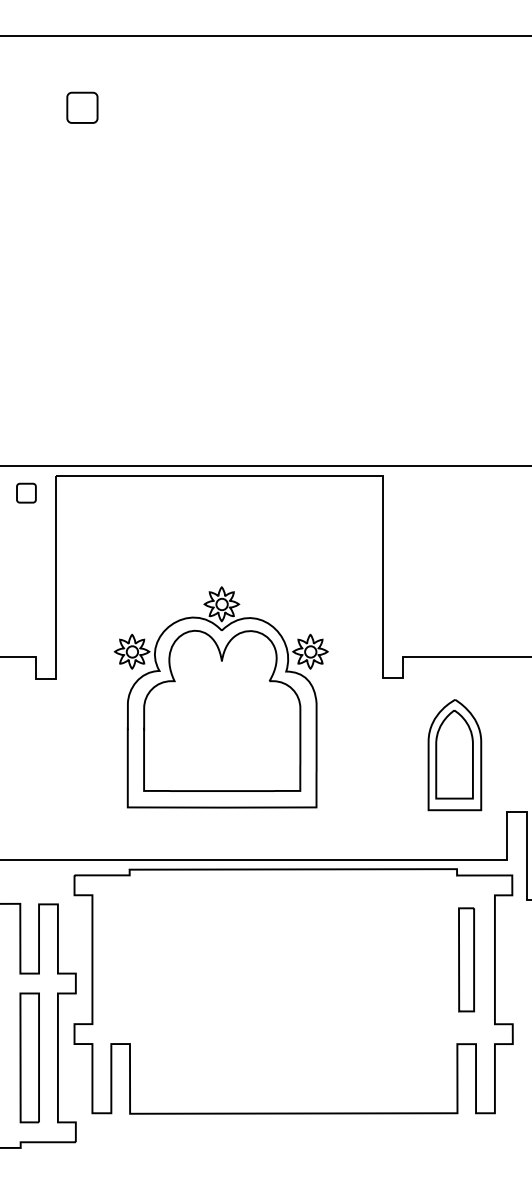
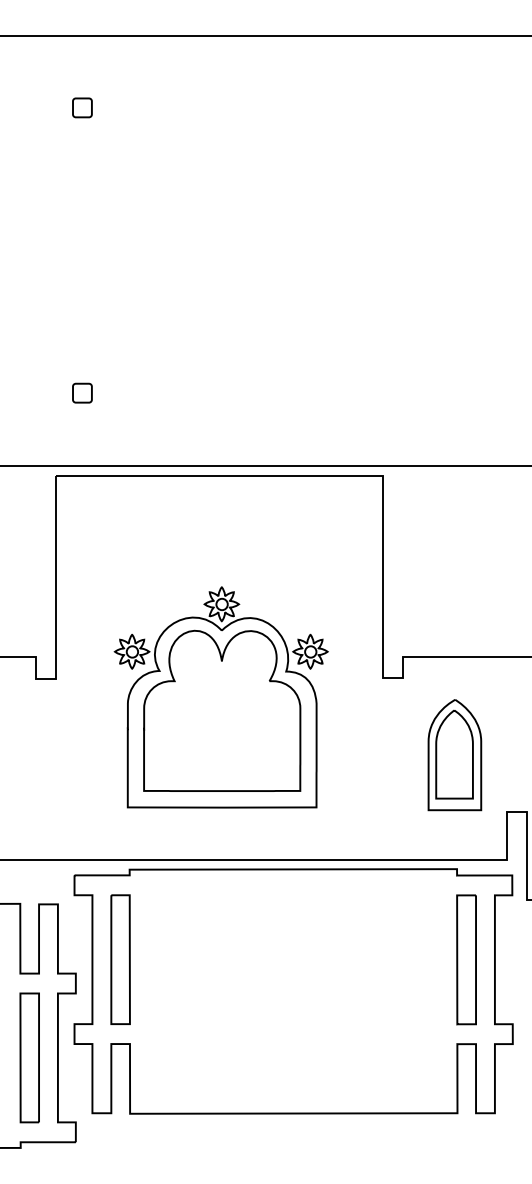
part at (82, 107) size: 33x33 px -> 21x22 px
part at (26, 492) position: (26, 492) -> (82, 392)
part at (120, 959): none -> present
part at (466, 959) size: 17x106 px -> 21x132 px
